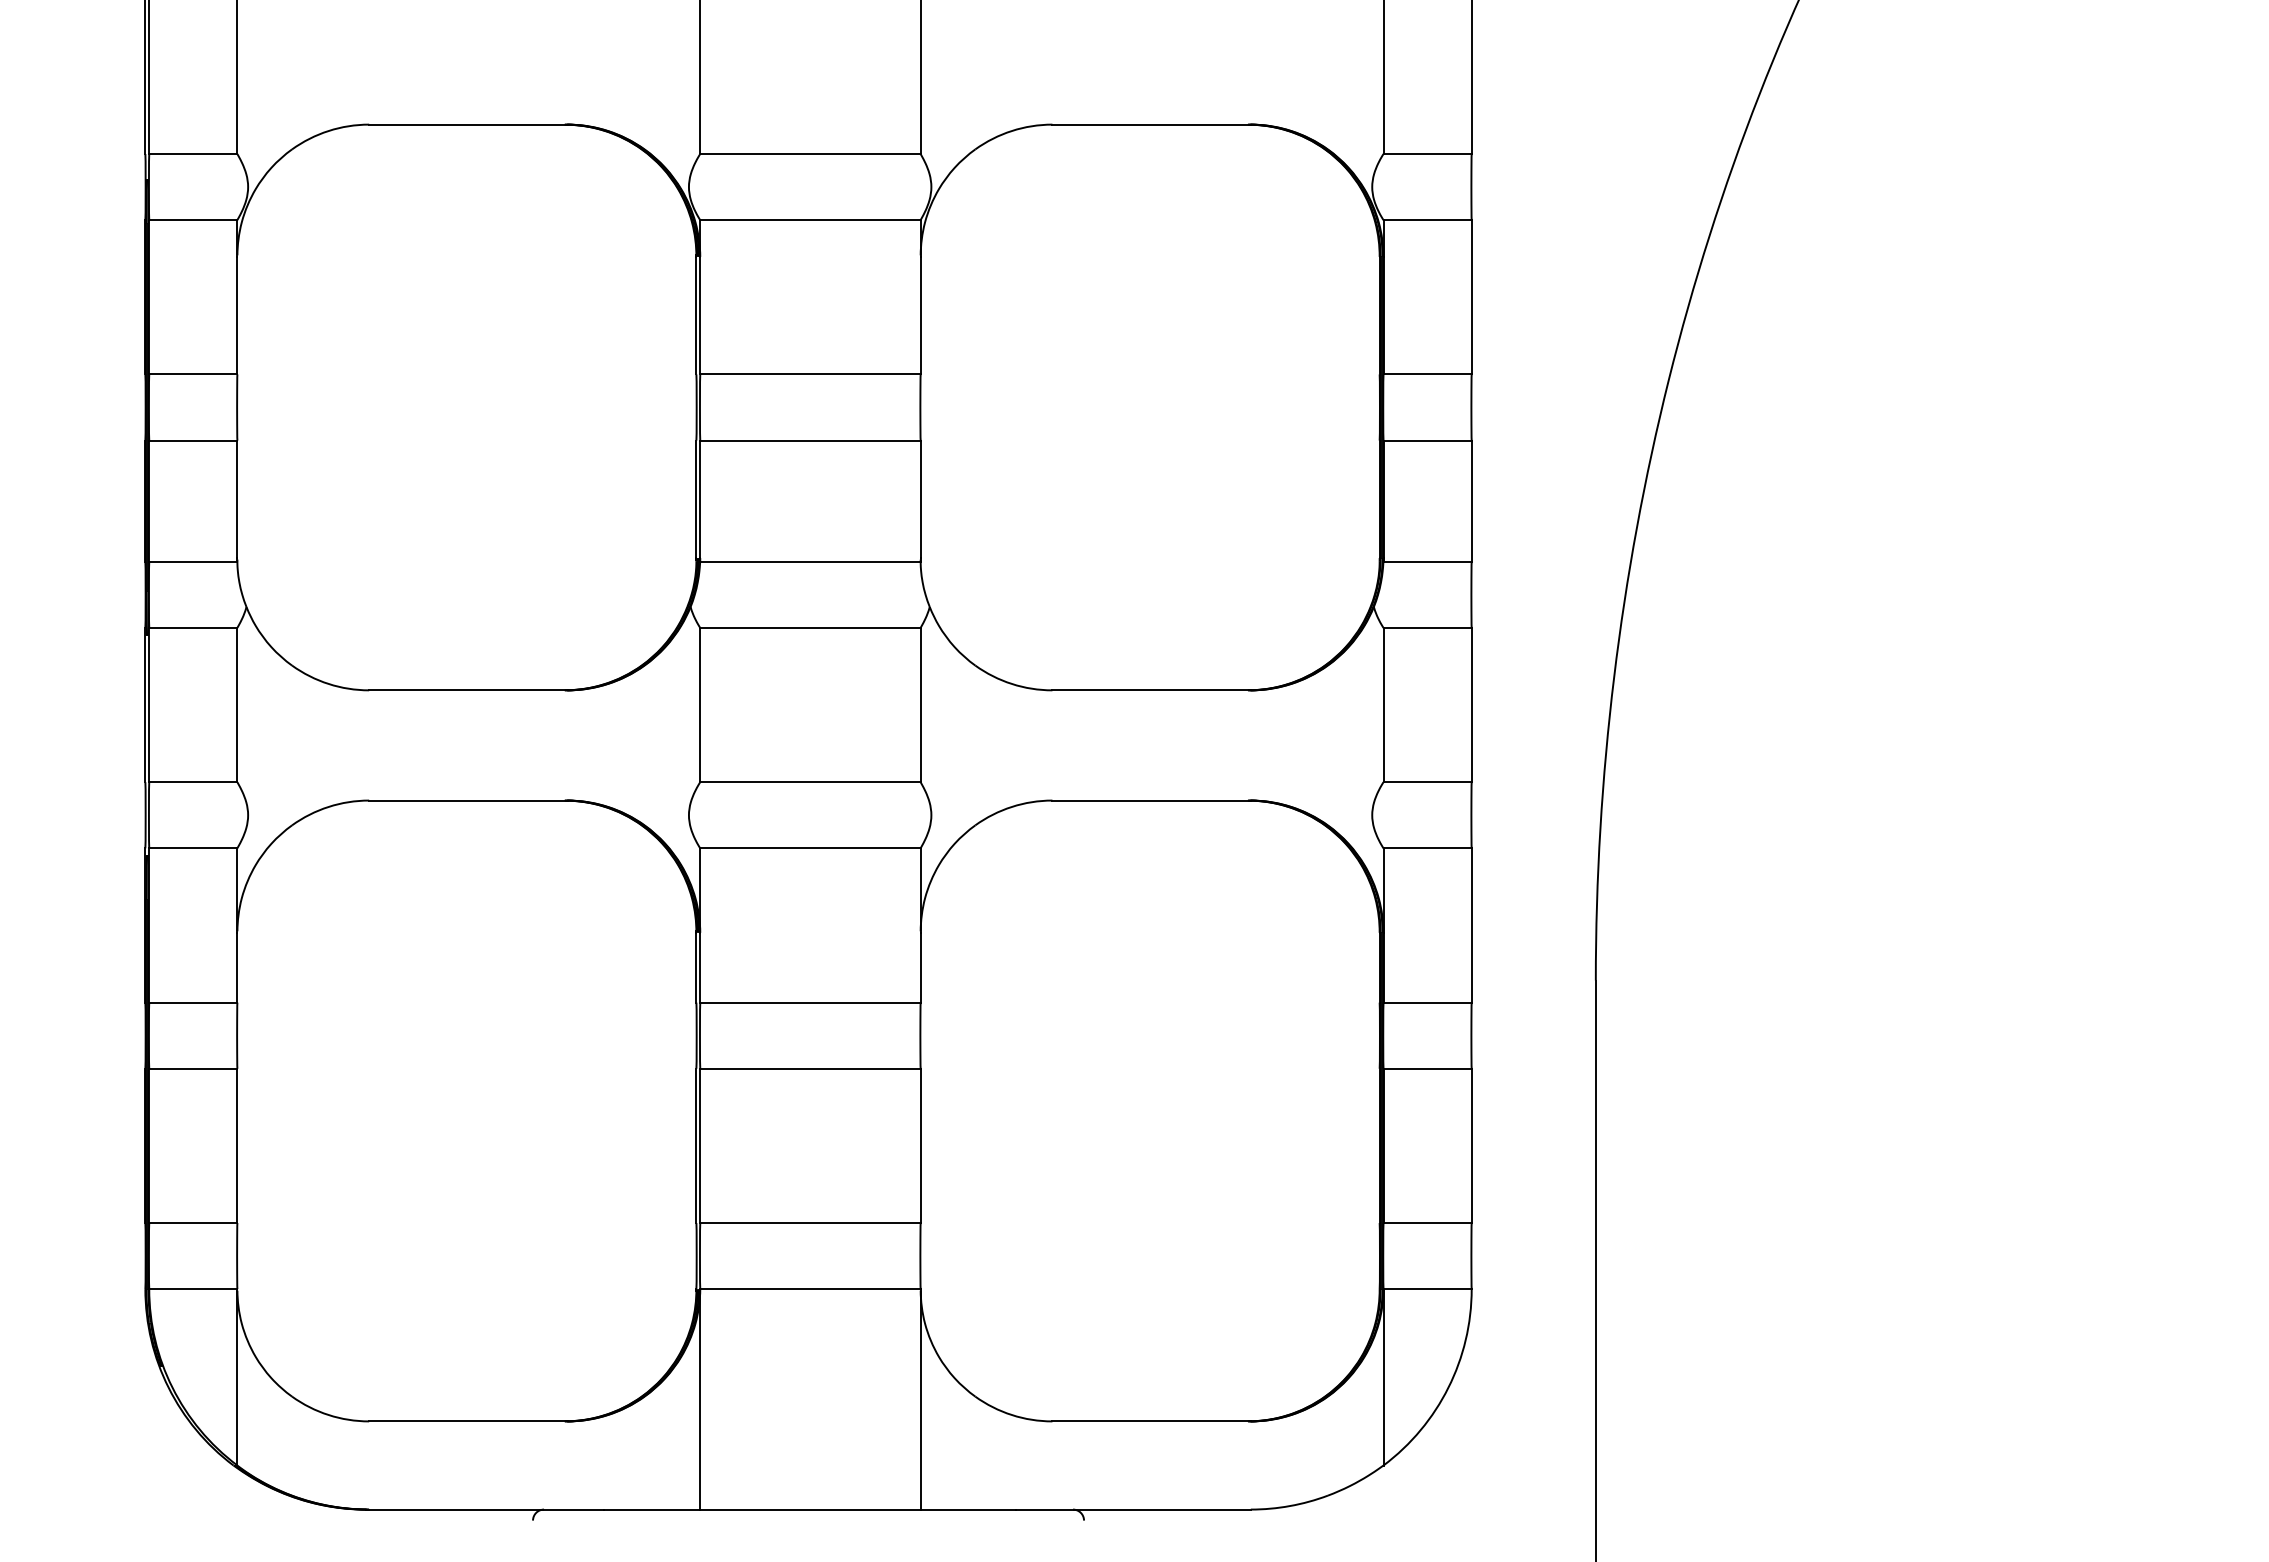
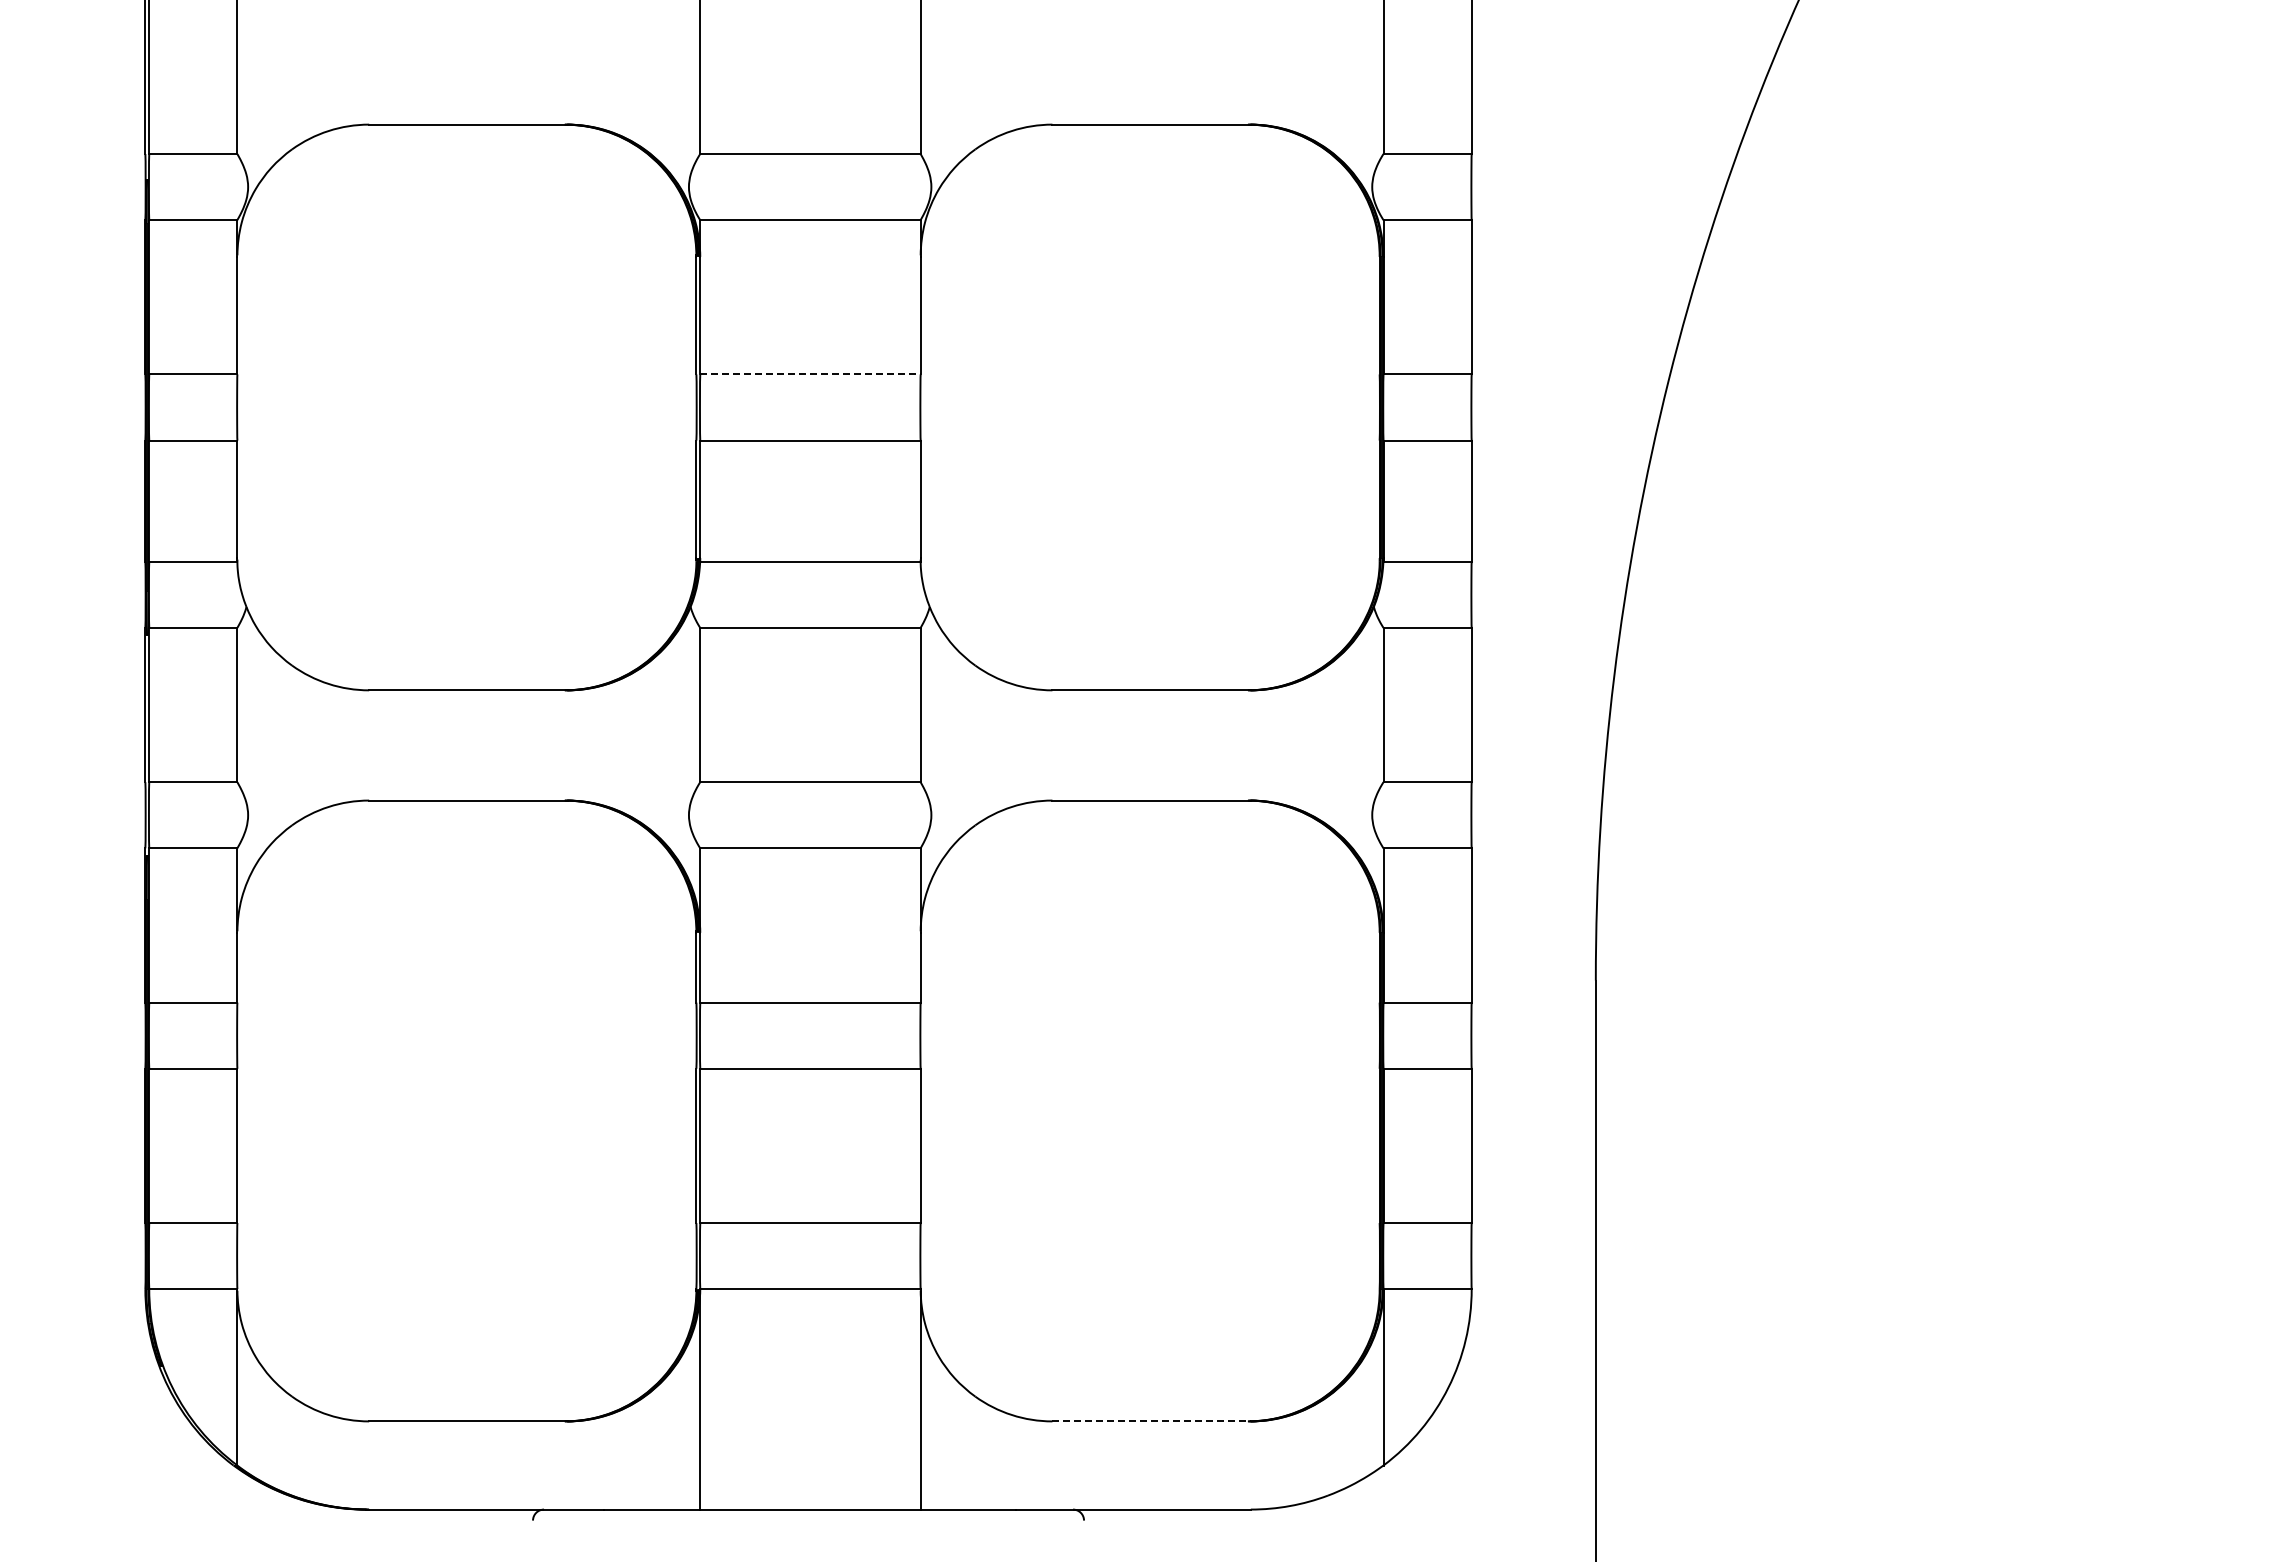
line at (810, 374): solid -> dashed
line at (1152, 1421): solid -> dashed
